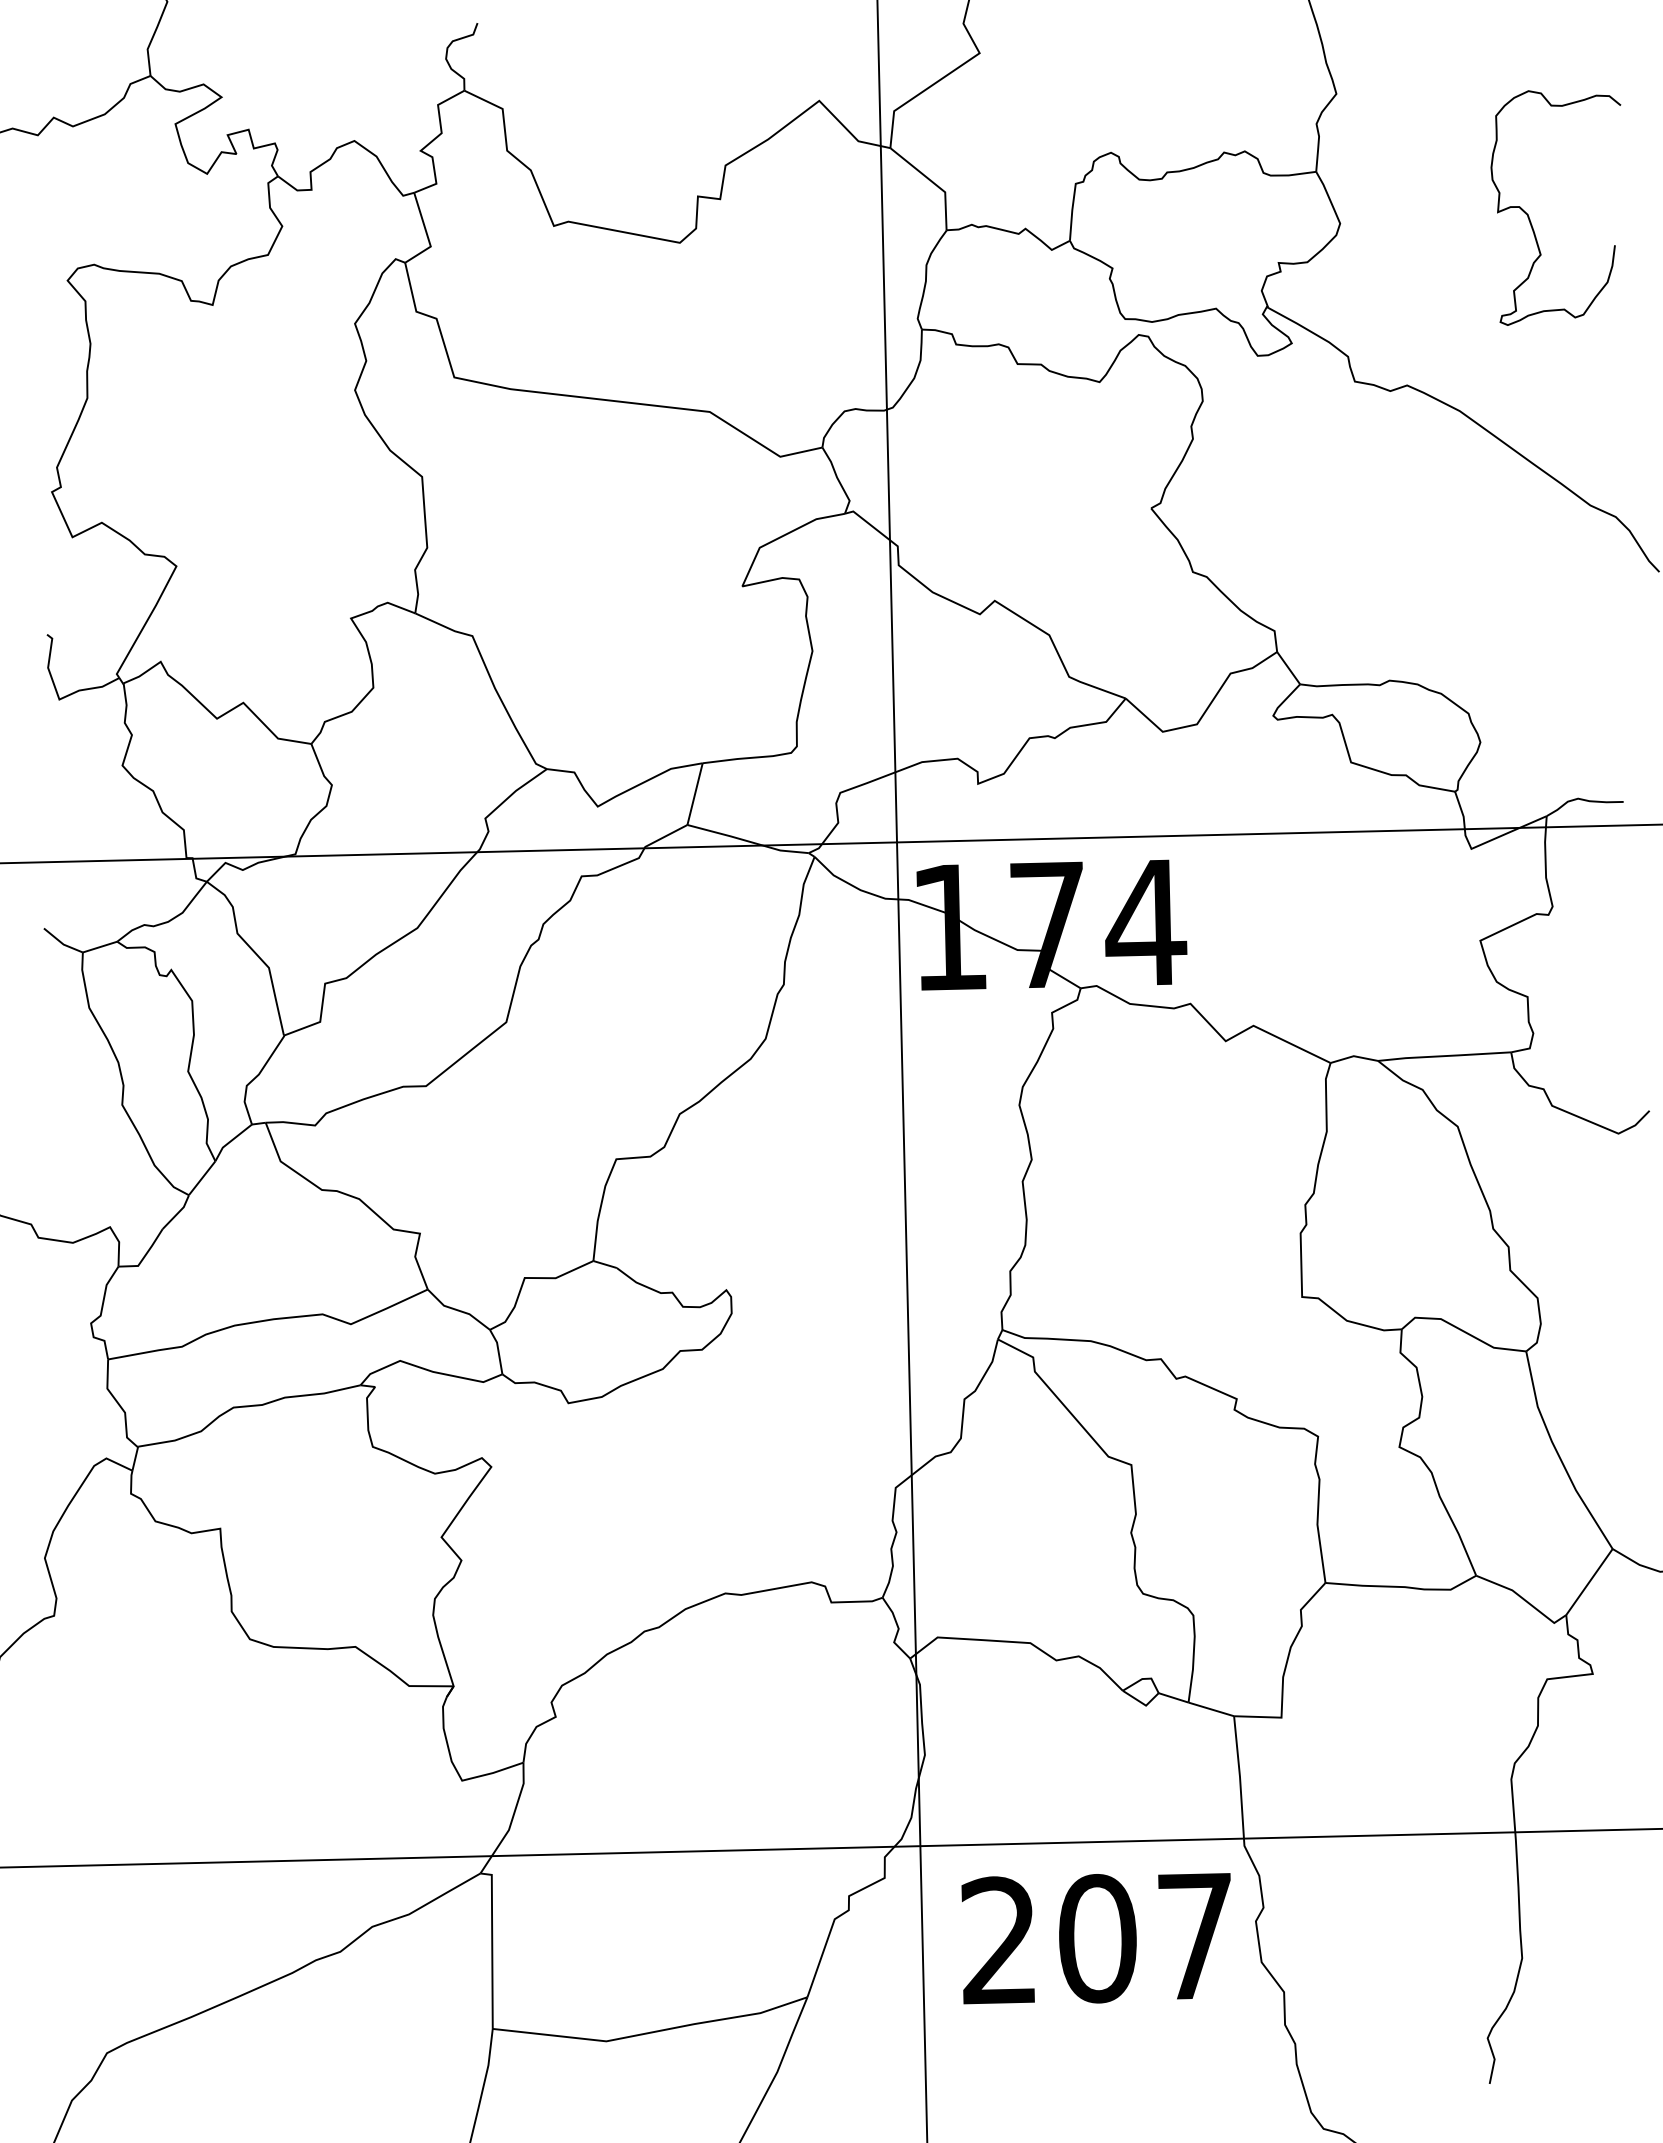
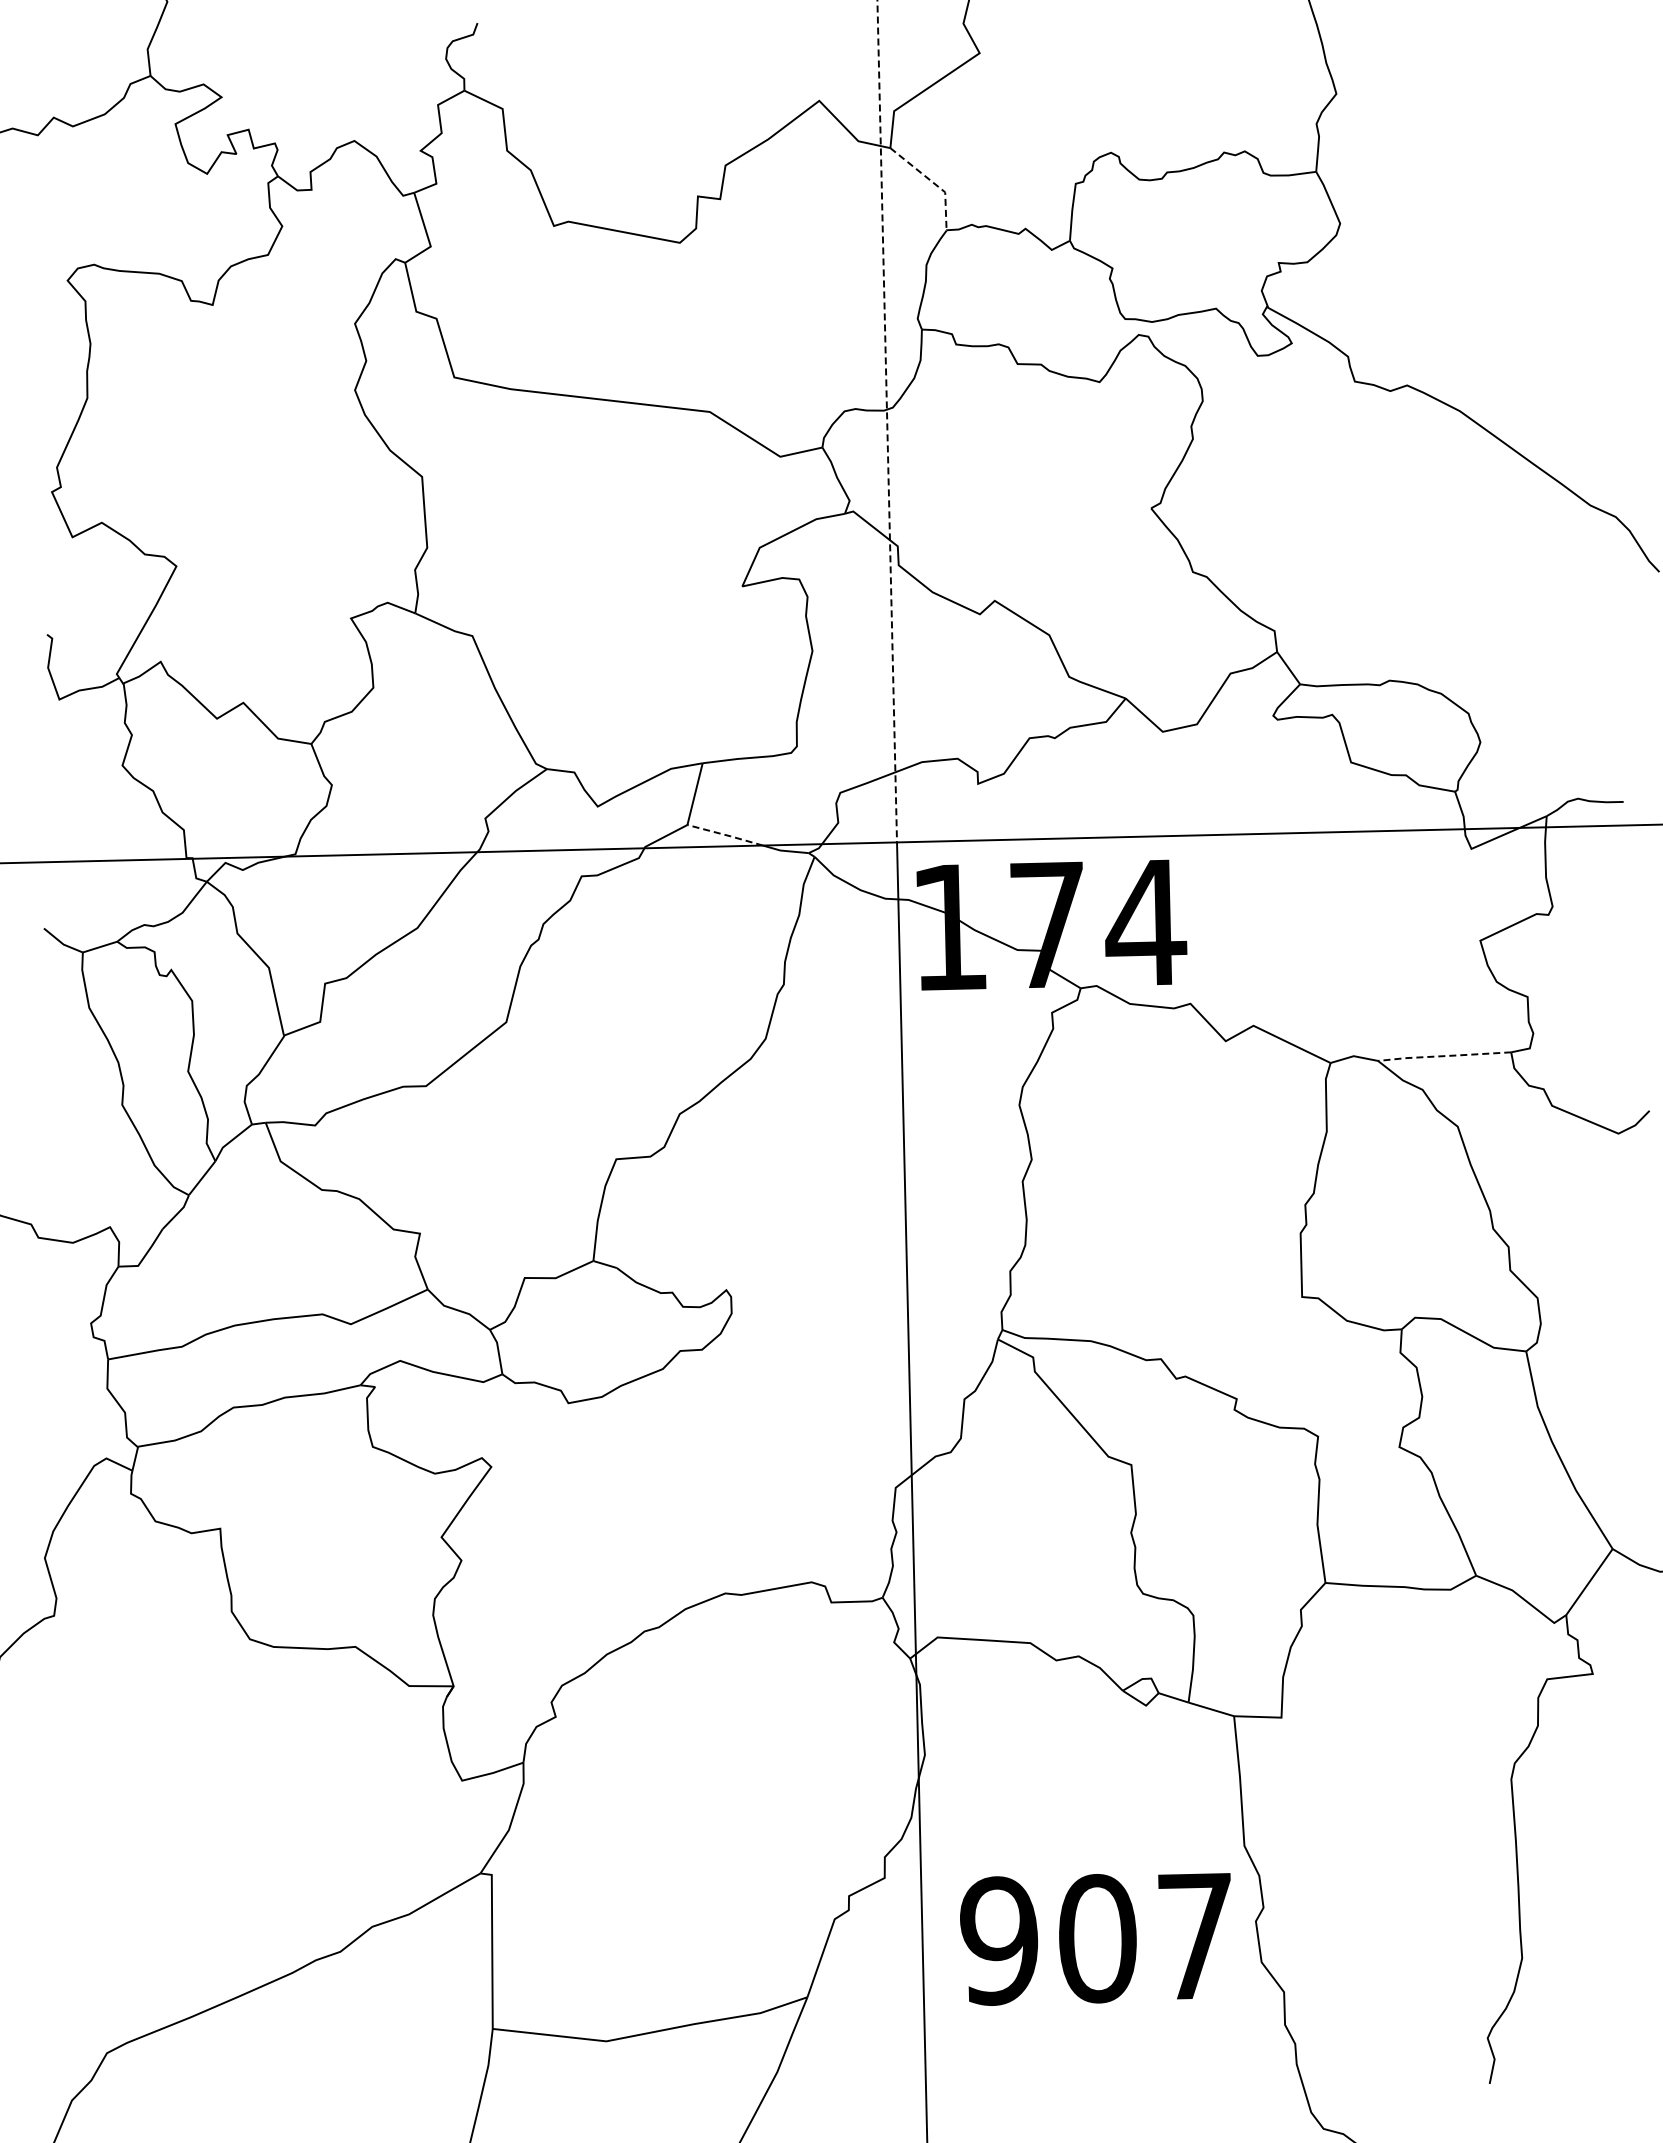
line at (933, 182): solid -> dashed
curve at (1529, 216): present -> none
line at (887, 421): solid -> dashed
line at (726, 835): solid -> dashed
line at (1444, 1056): solid -> dashed
line at (830, 1847): present -> none
text at (999, 1940): 207 -> 907
